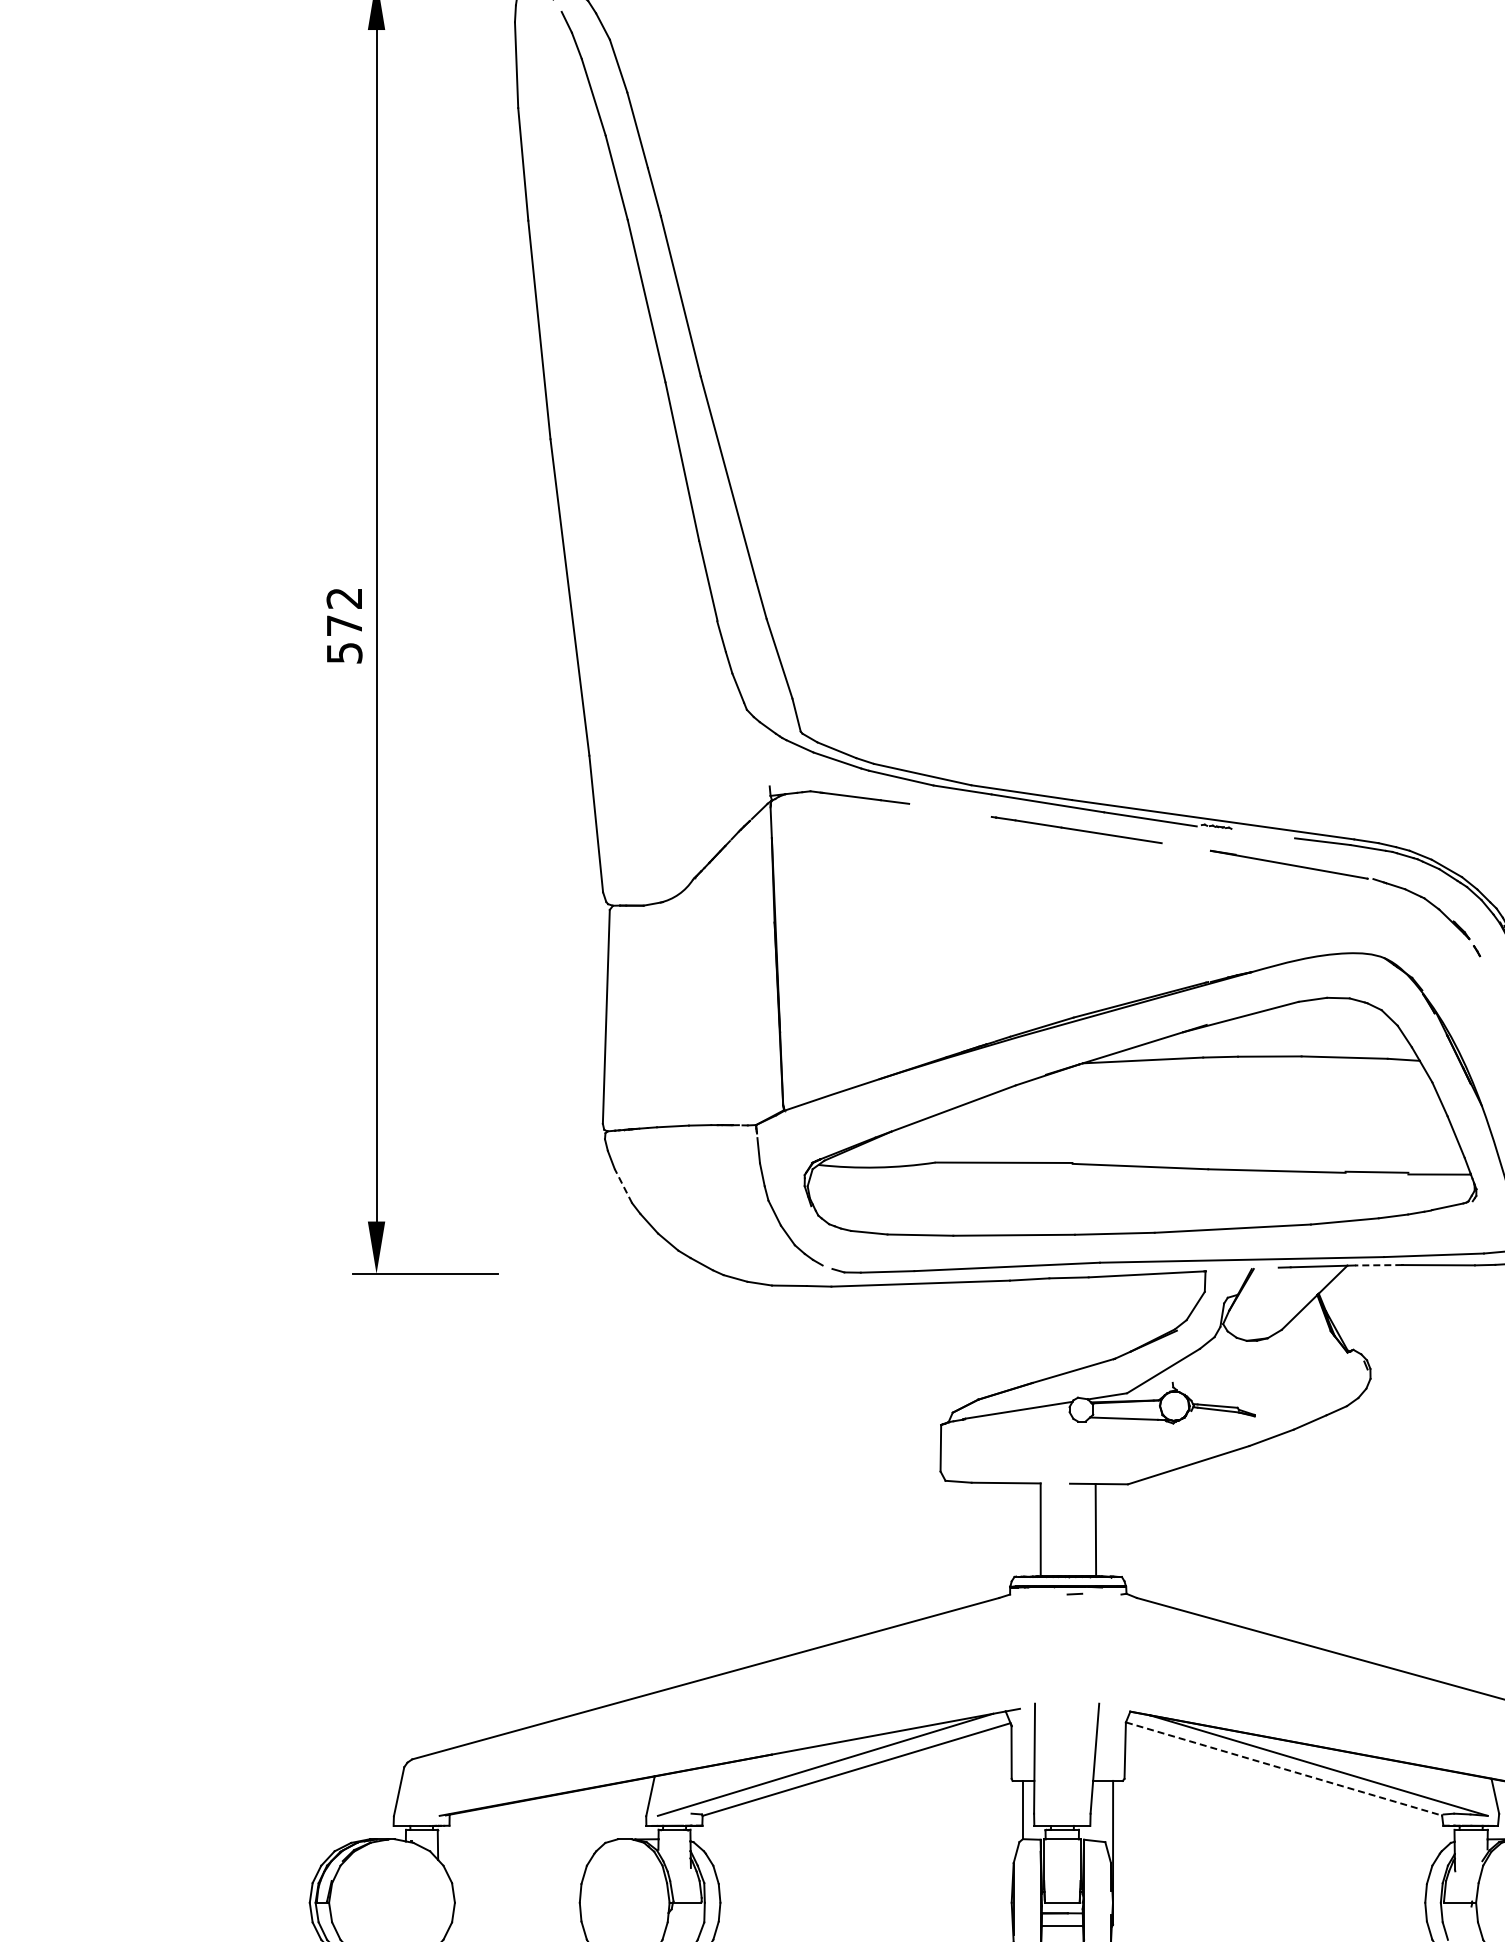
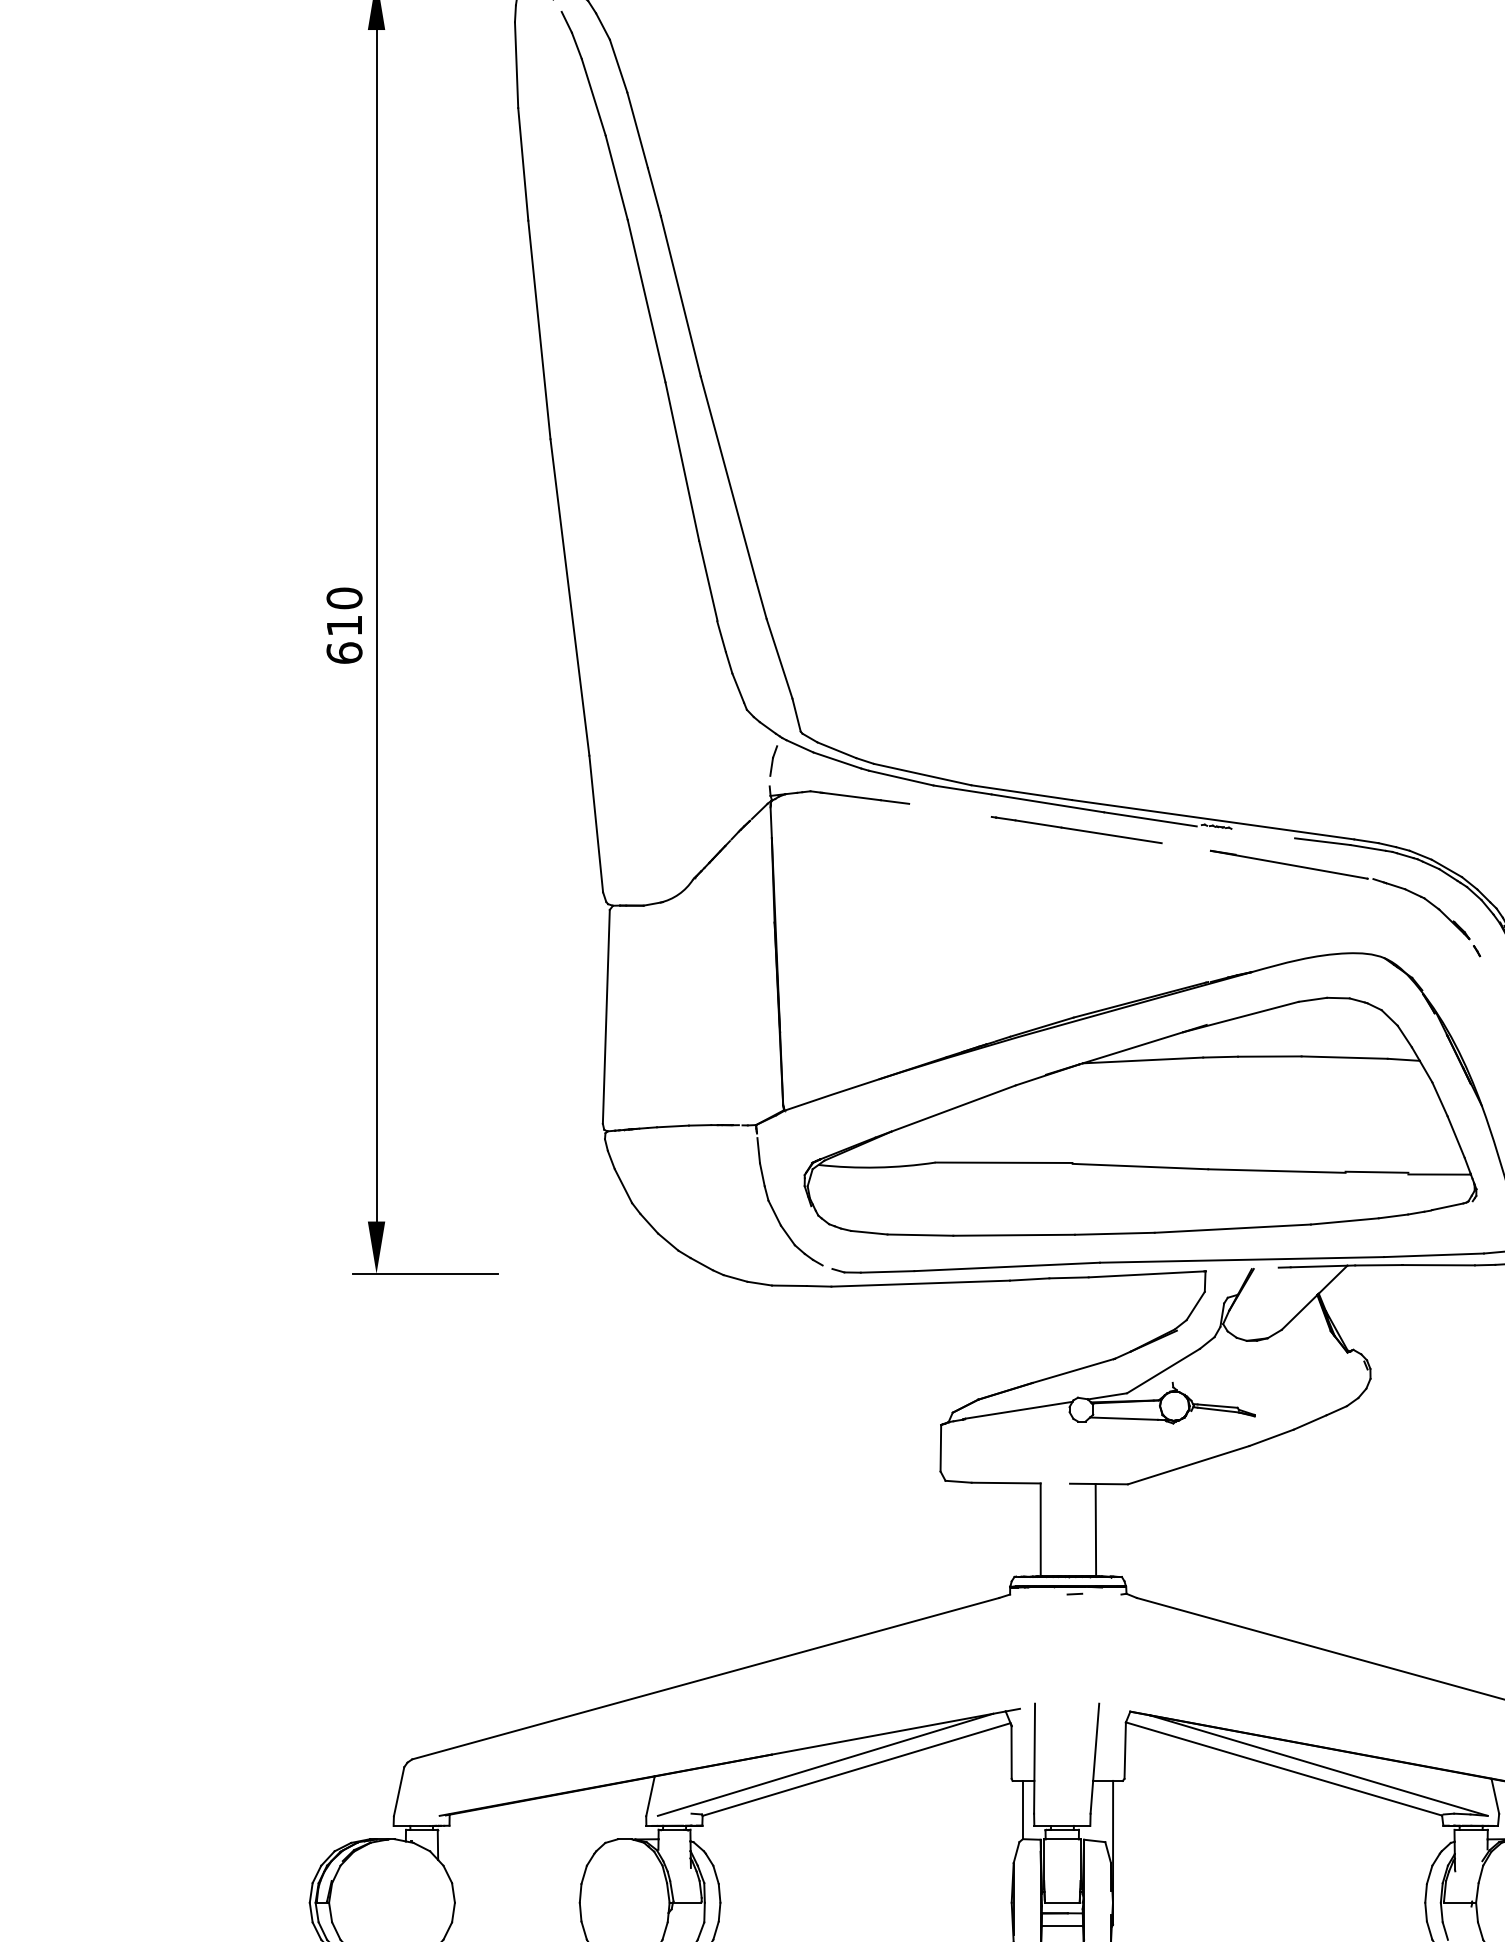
text at (344, 625): 572 -> 610
part at (773, 760): none -> present
line at (623, 1185): dashed -> solid
line at (1378, 1265): dashed -> solid
line at (1284, 1769): dashed -> solid
